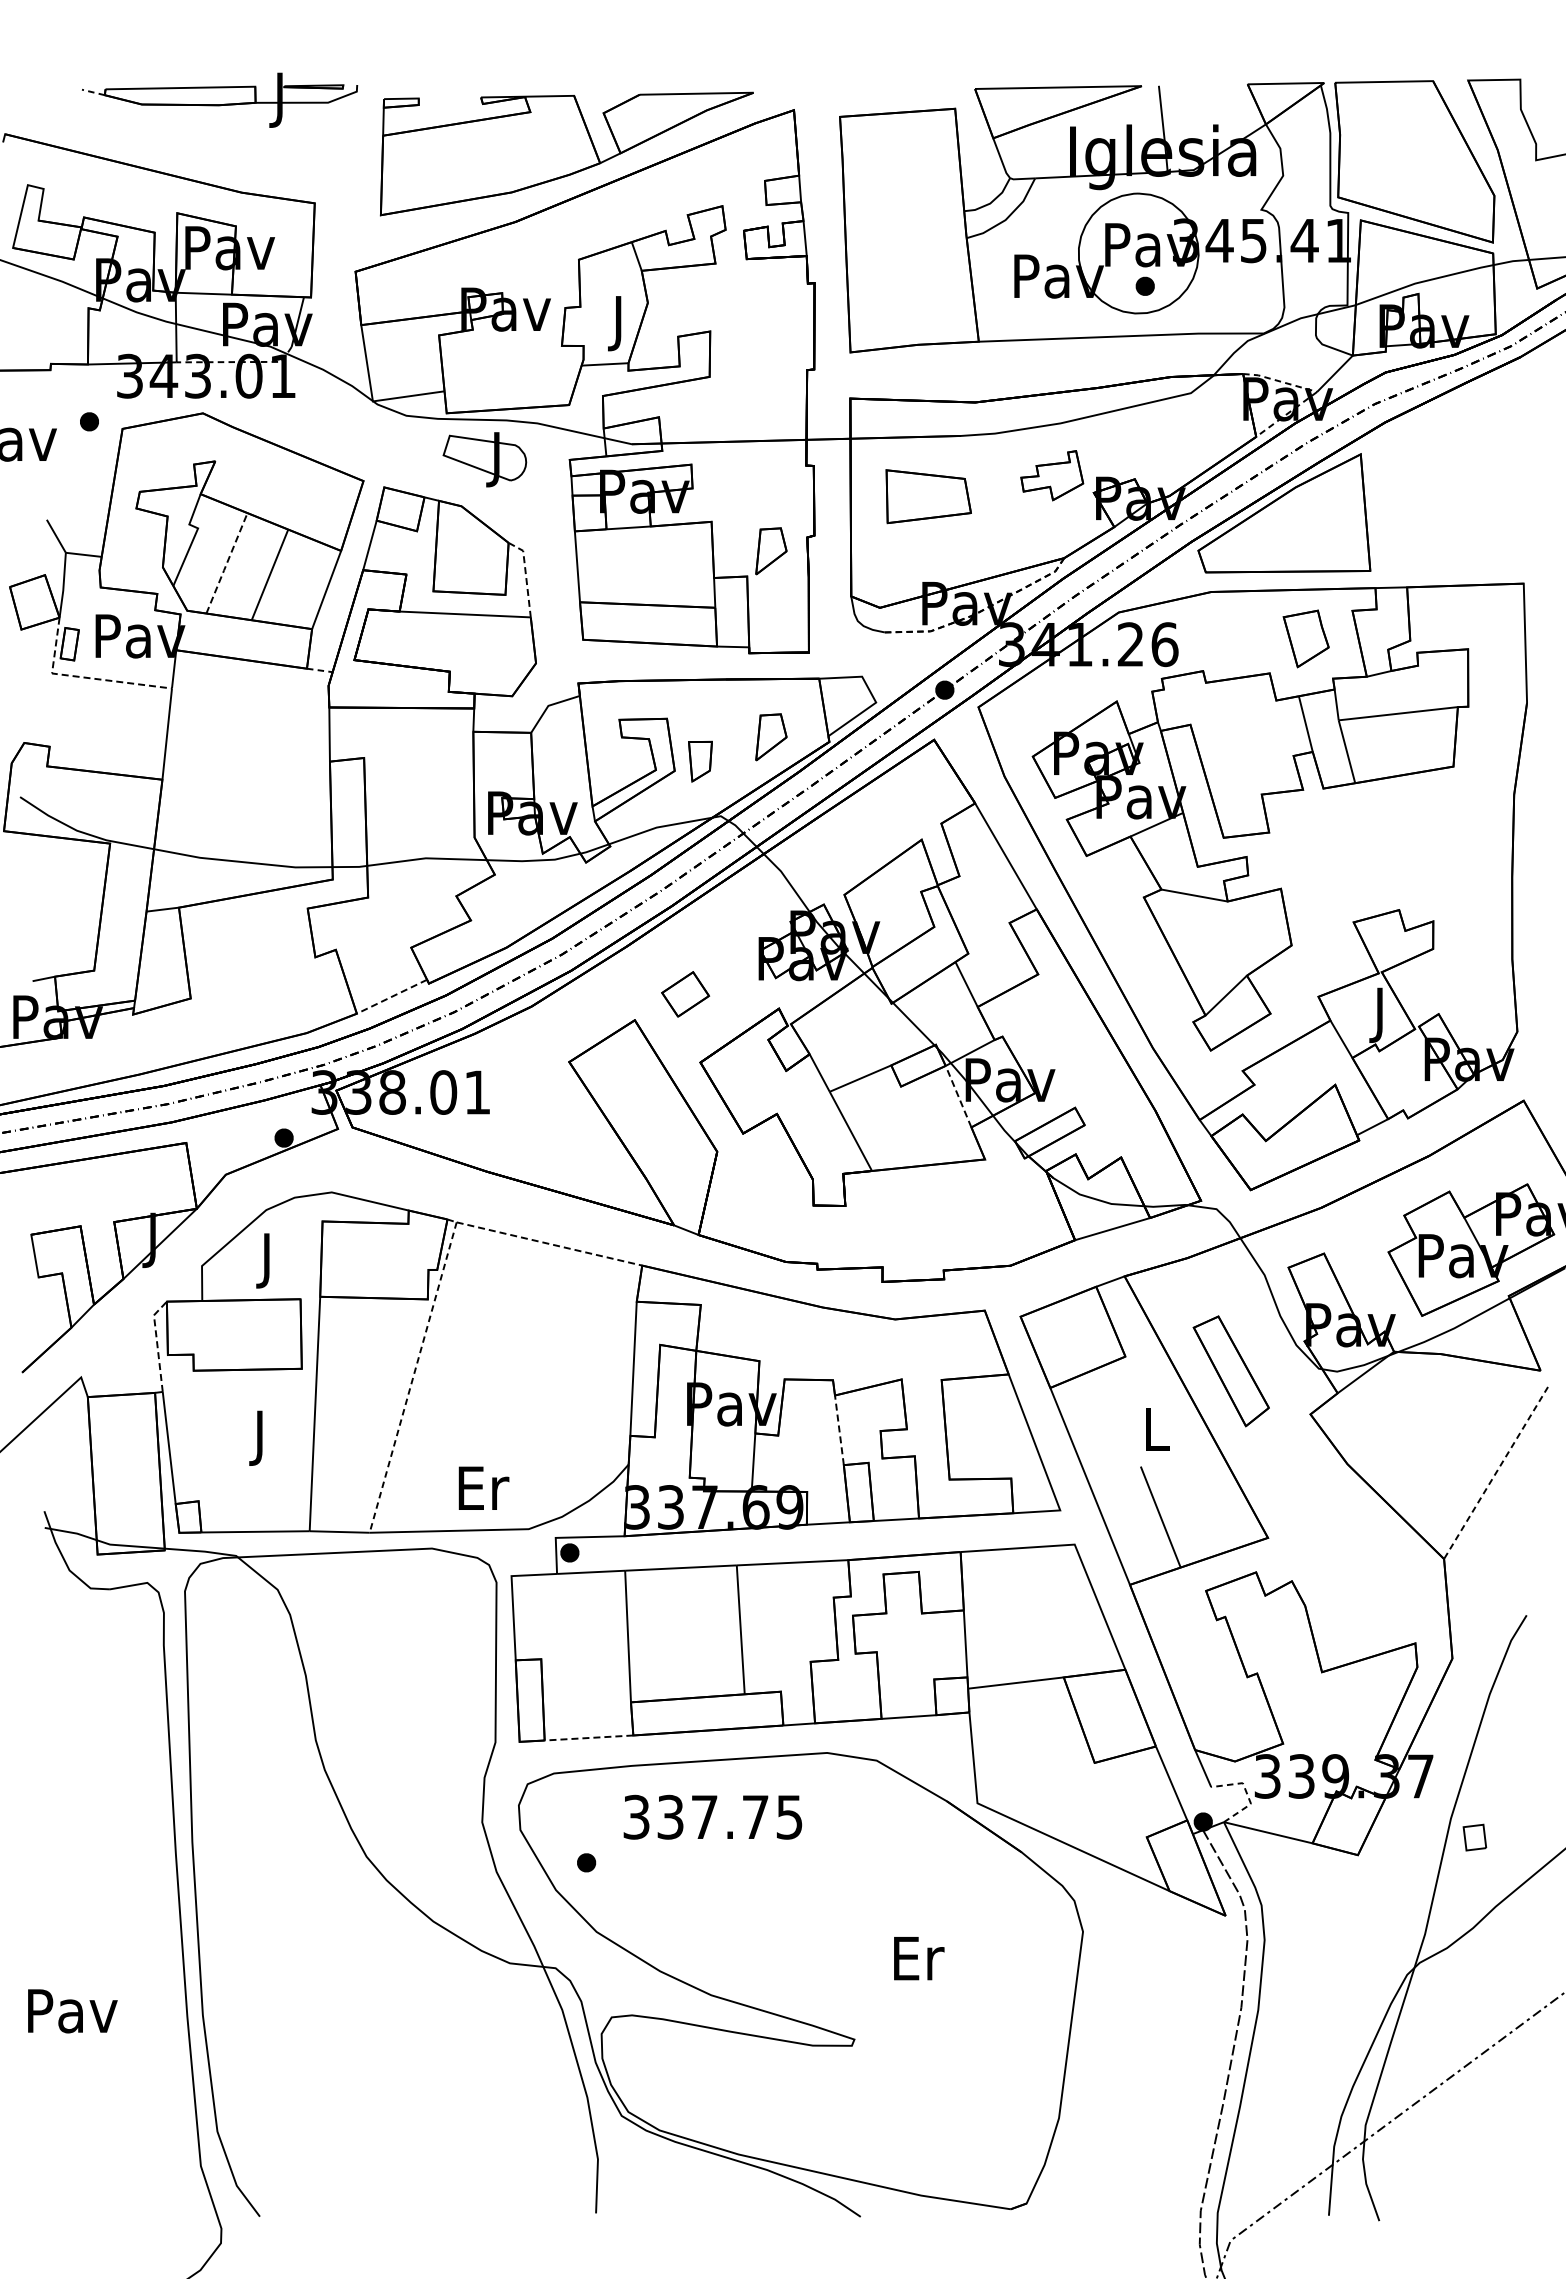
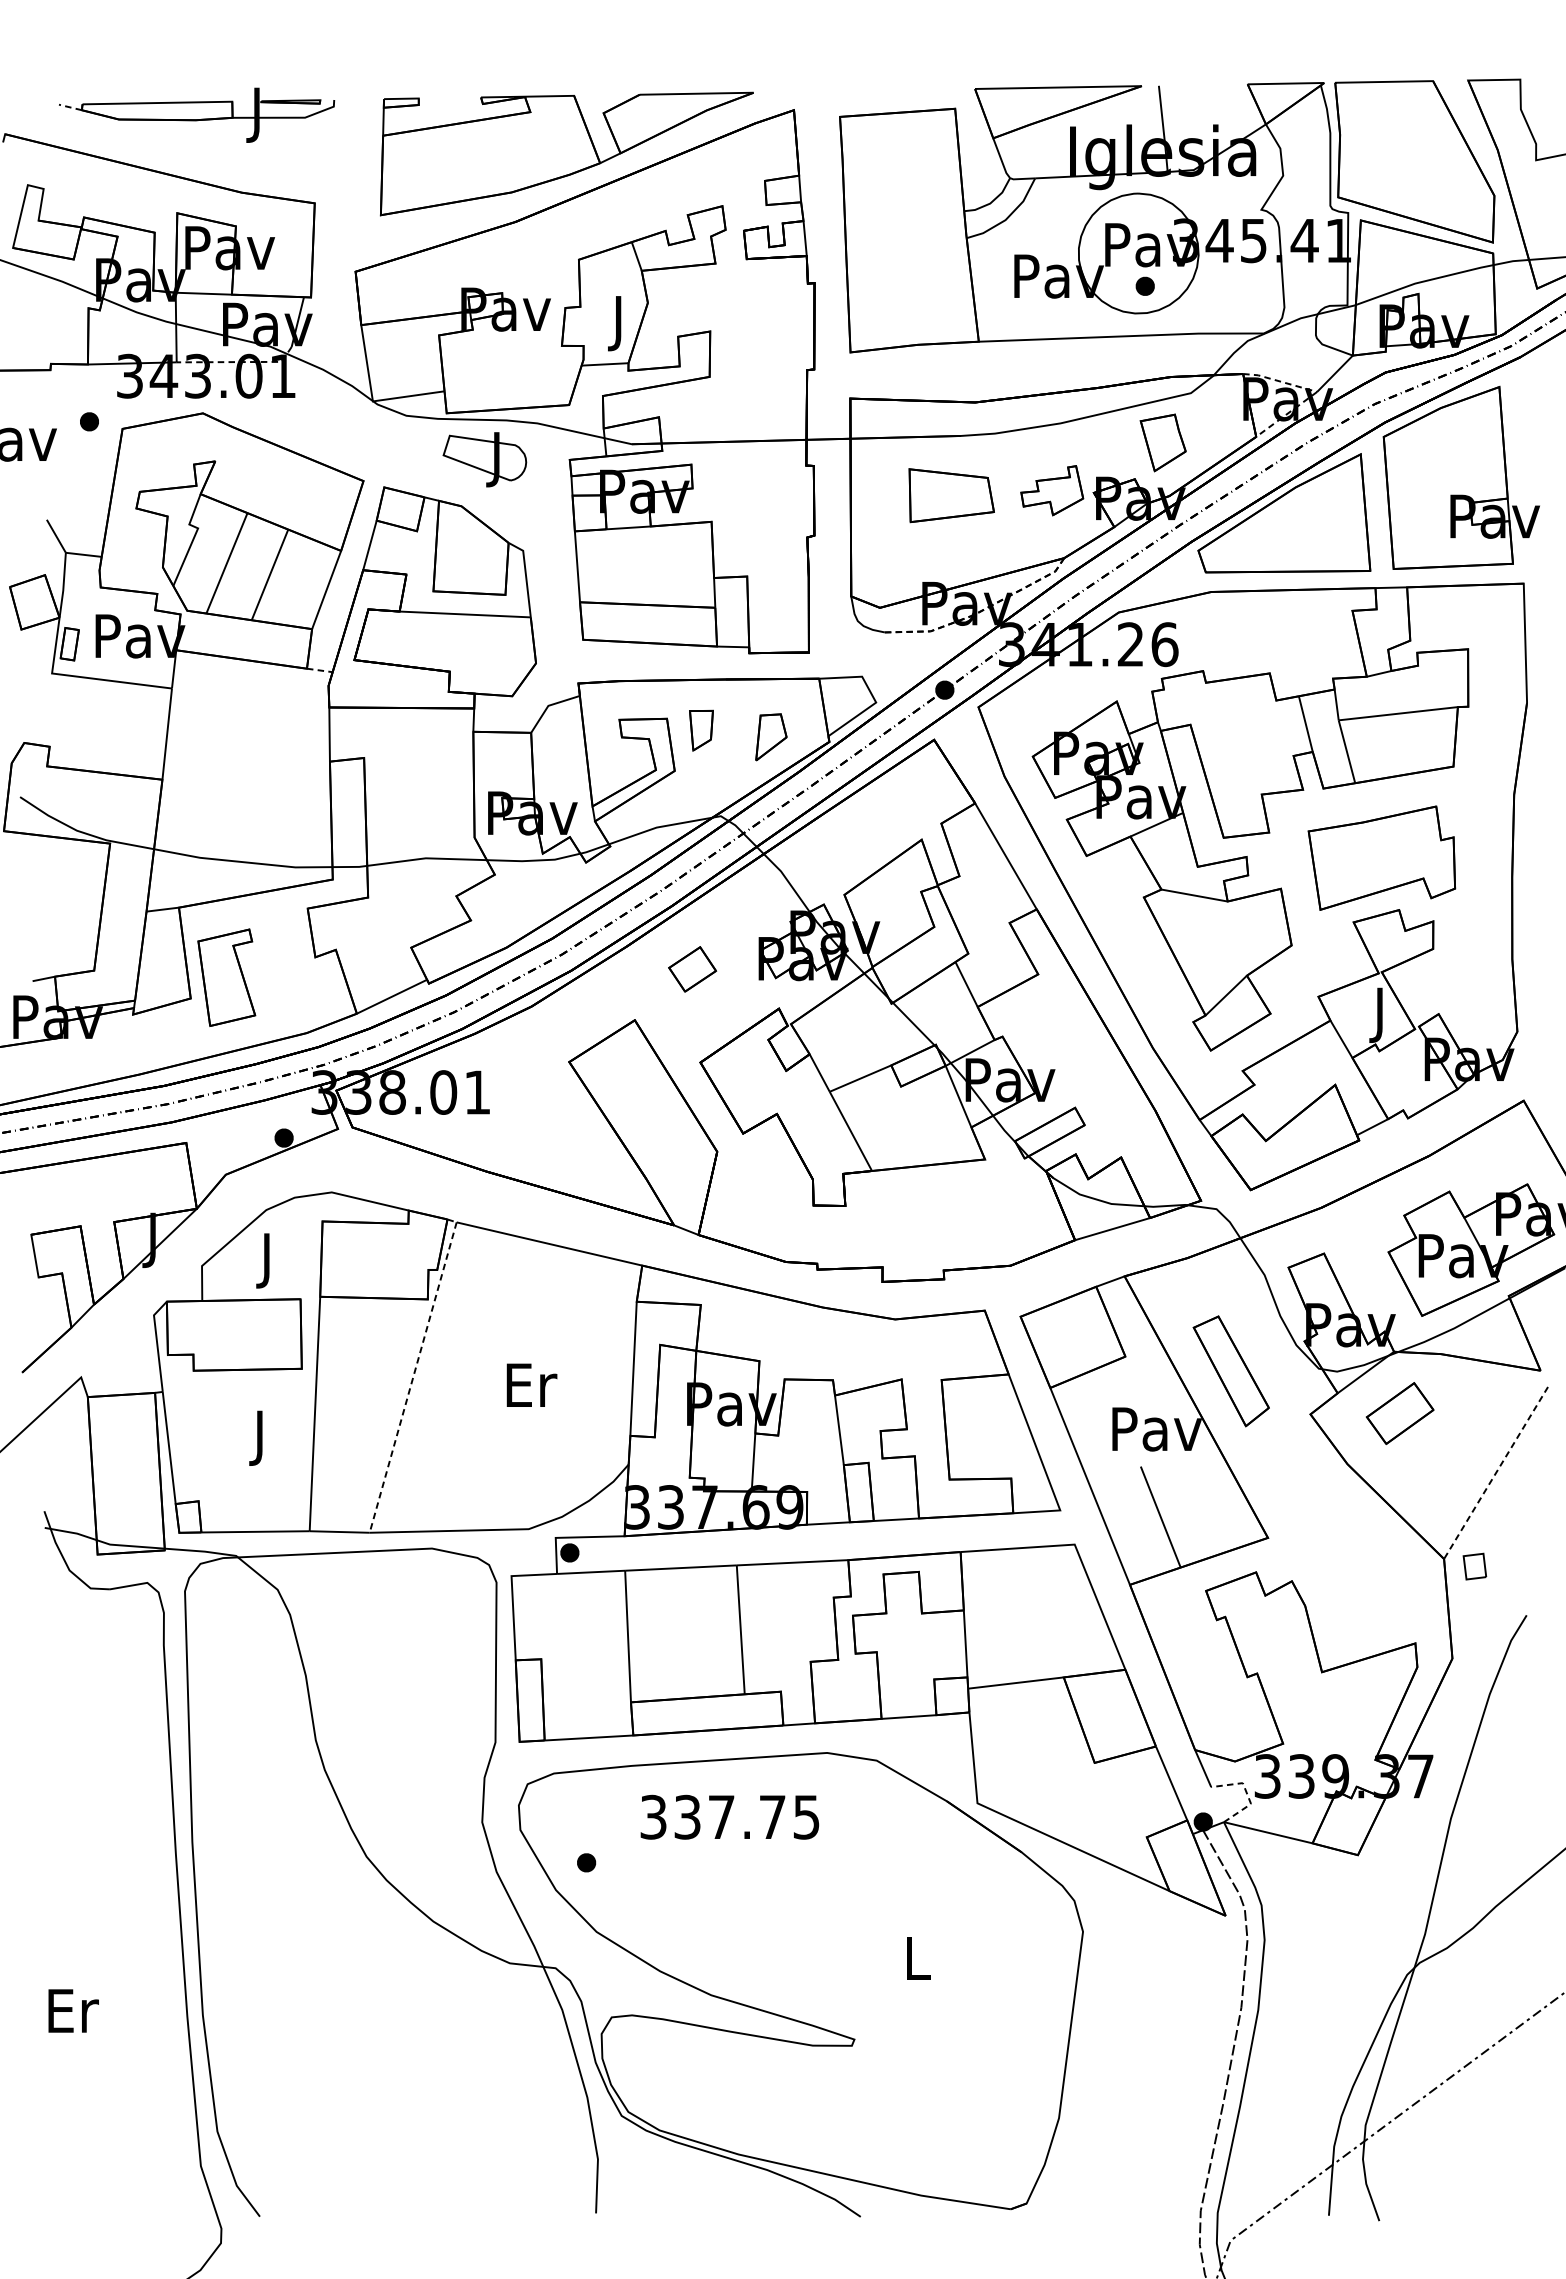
part at (220, 99) position: (220, 99) -> (197, 114)
part at (1052, 475) position: (1052, 475) -> (1052, 490)
part at (1460, 477): none -> present
part at (928, 496) position: (928, 496) -> (951, 495)
part at (771, 551): present -> none
line at (226, 563): dashed -> solid
line at (526, 575): dashed -> solid
part at (1305, 638) position: (1305, 638) -> (1162, 442)
line at (83, 677): dashed -> solid
part at (700, 761) position: (700, 761) -> (701, 730)
part at (1381, 857): none -> present
part at (226, 977): none -> present
part at (685, 994) position: (685, 994) -> (692, 969)
line at (391, 996): dashed -> solid
line at (958, 1096): dashed -> solid
line at (549, 1244): dashed -> solid
line at (157, 1343): dashed -> solid
part at (1399, 1413): none -> present
line at (839, 1429): dashed -> solid
text at (1156, 1429): L -> Pav
text at (483, 1487) position: (483, 1487) -> (531, 1384)
line at (588, 1738): dashed -> solid
text at (712, 1816) position: (712, 1816) -> (729, 1816)
part at (1474, 1837) position: (1474, 1837) -> (1474, 1566)
text at (919, 1958): Er -> L
text at (72, 2011): Pav -> Er
